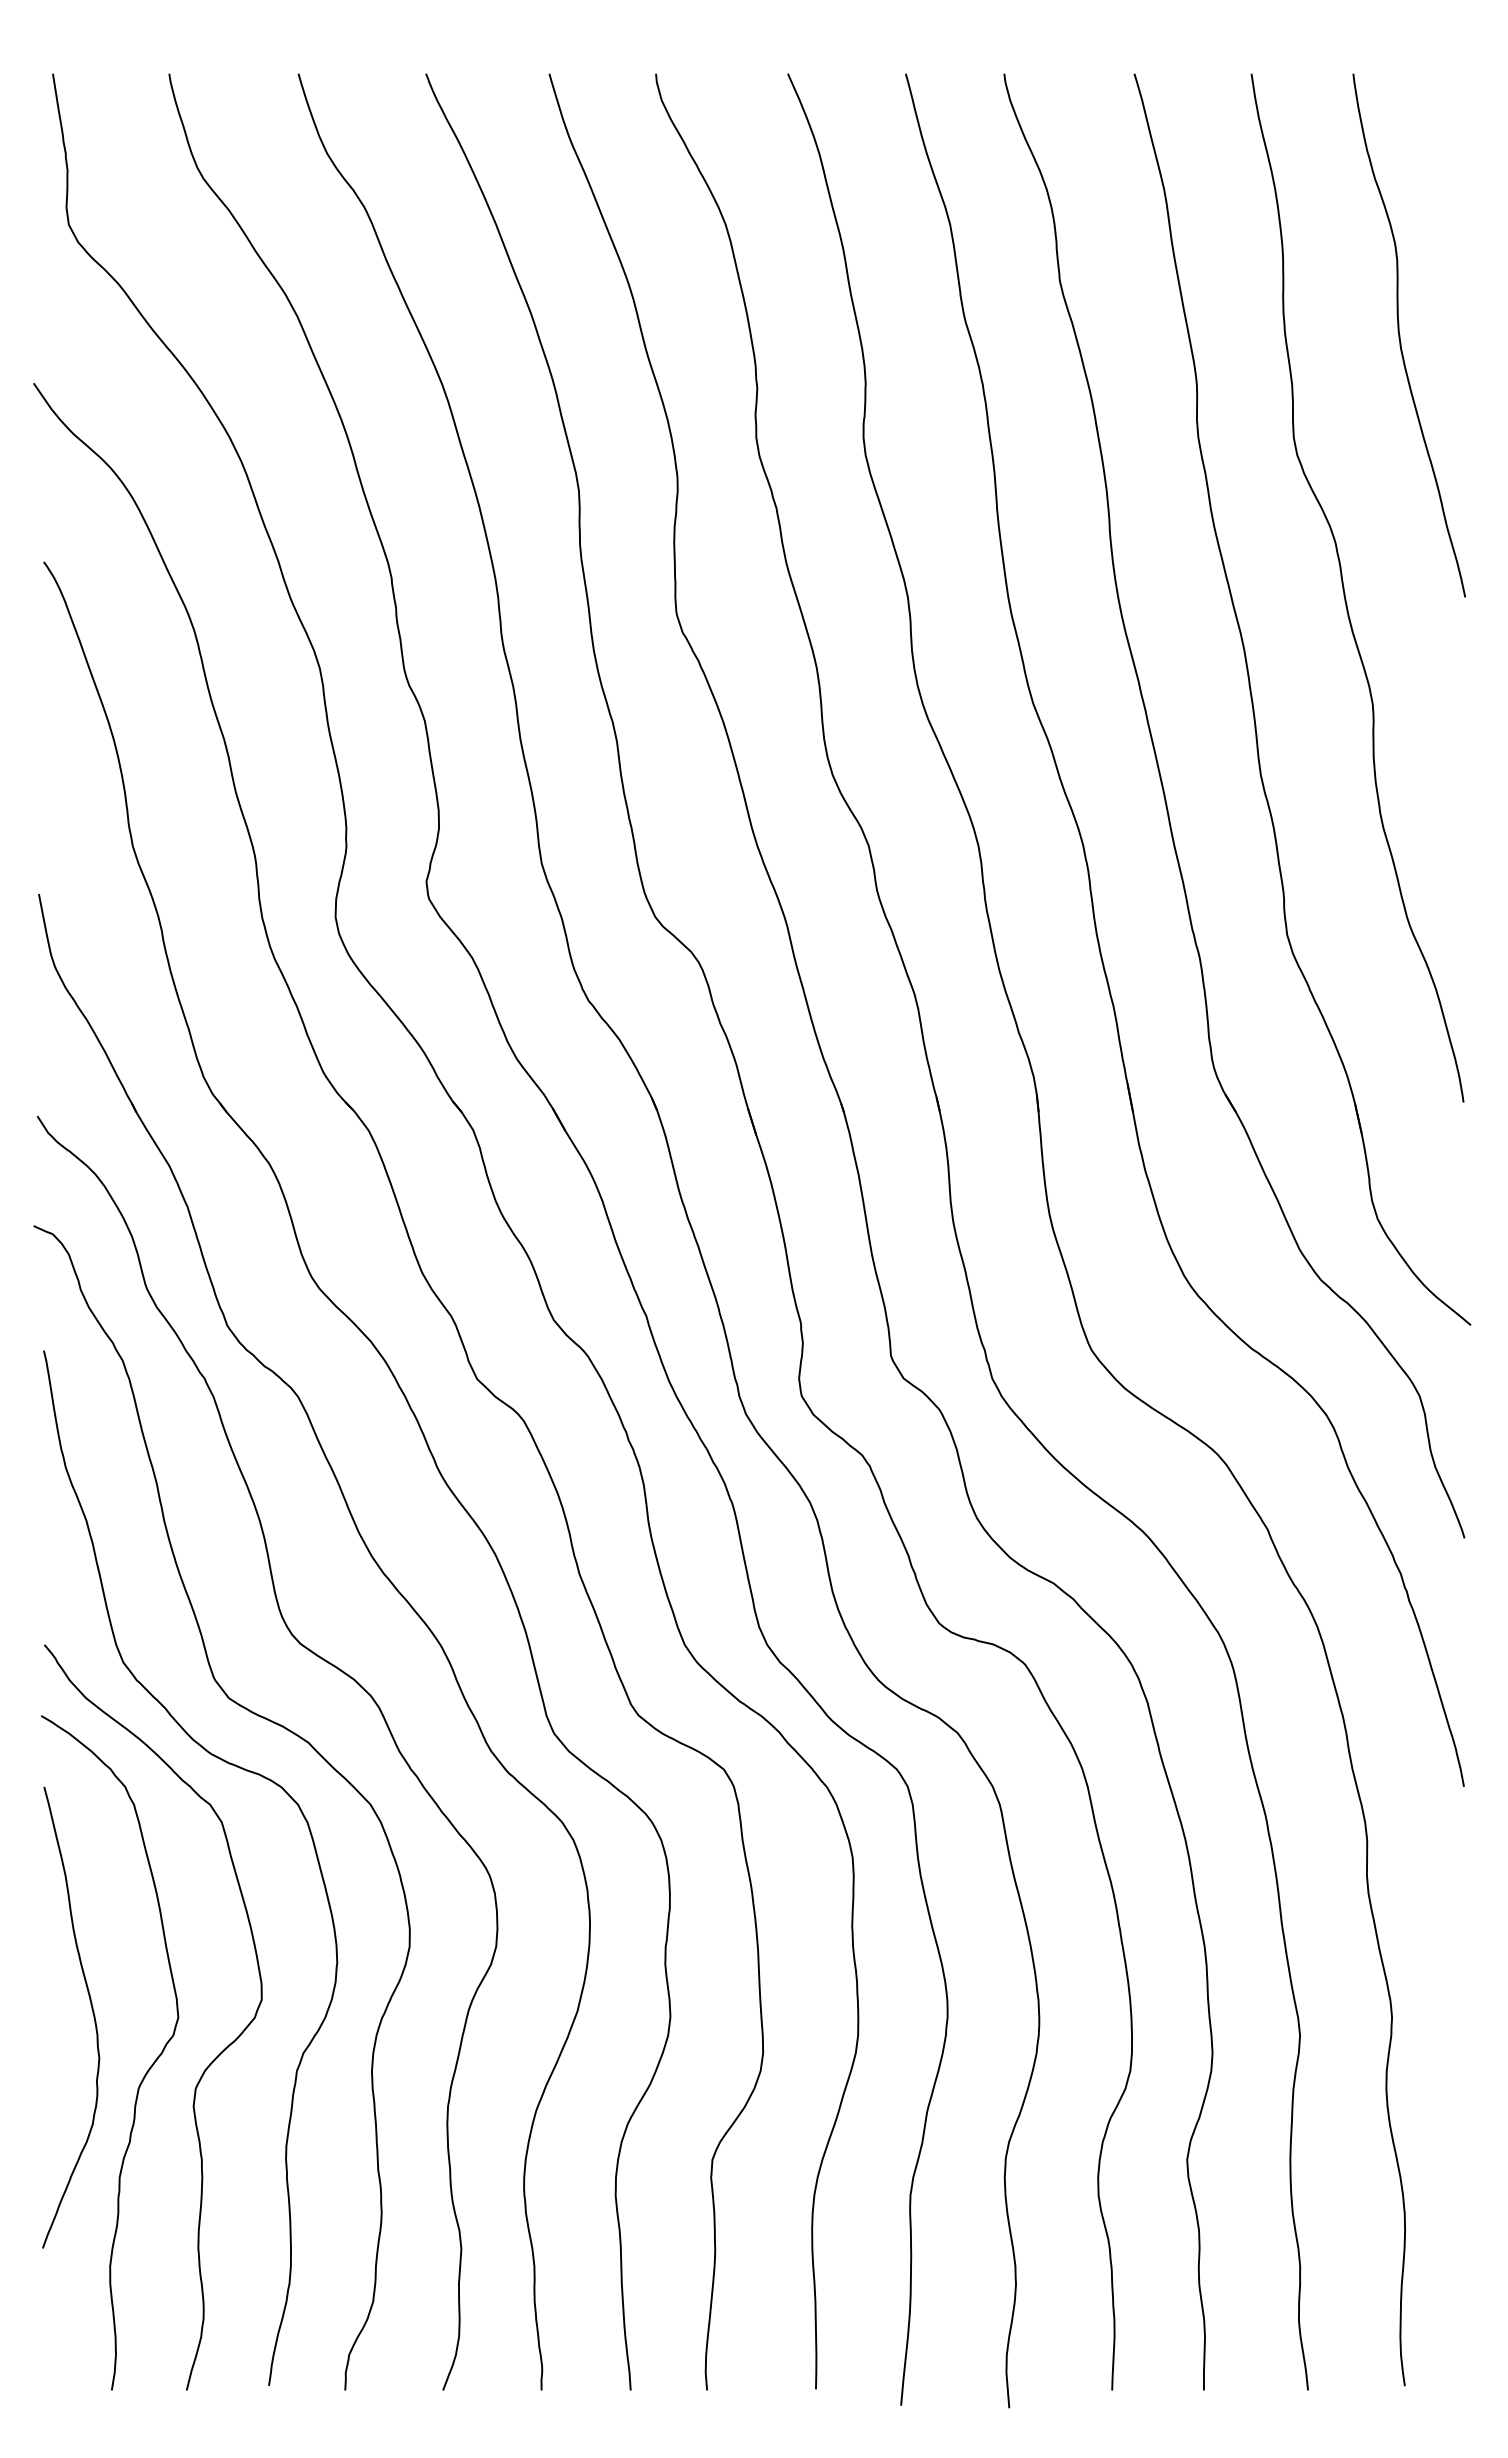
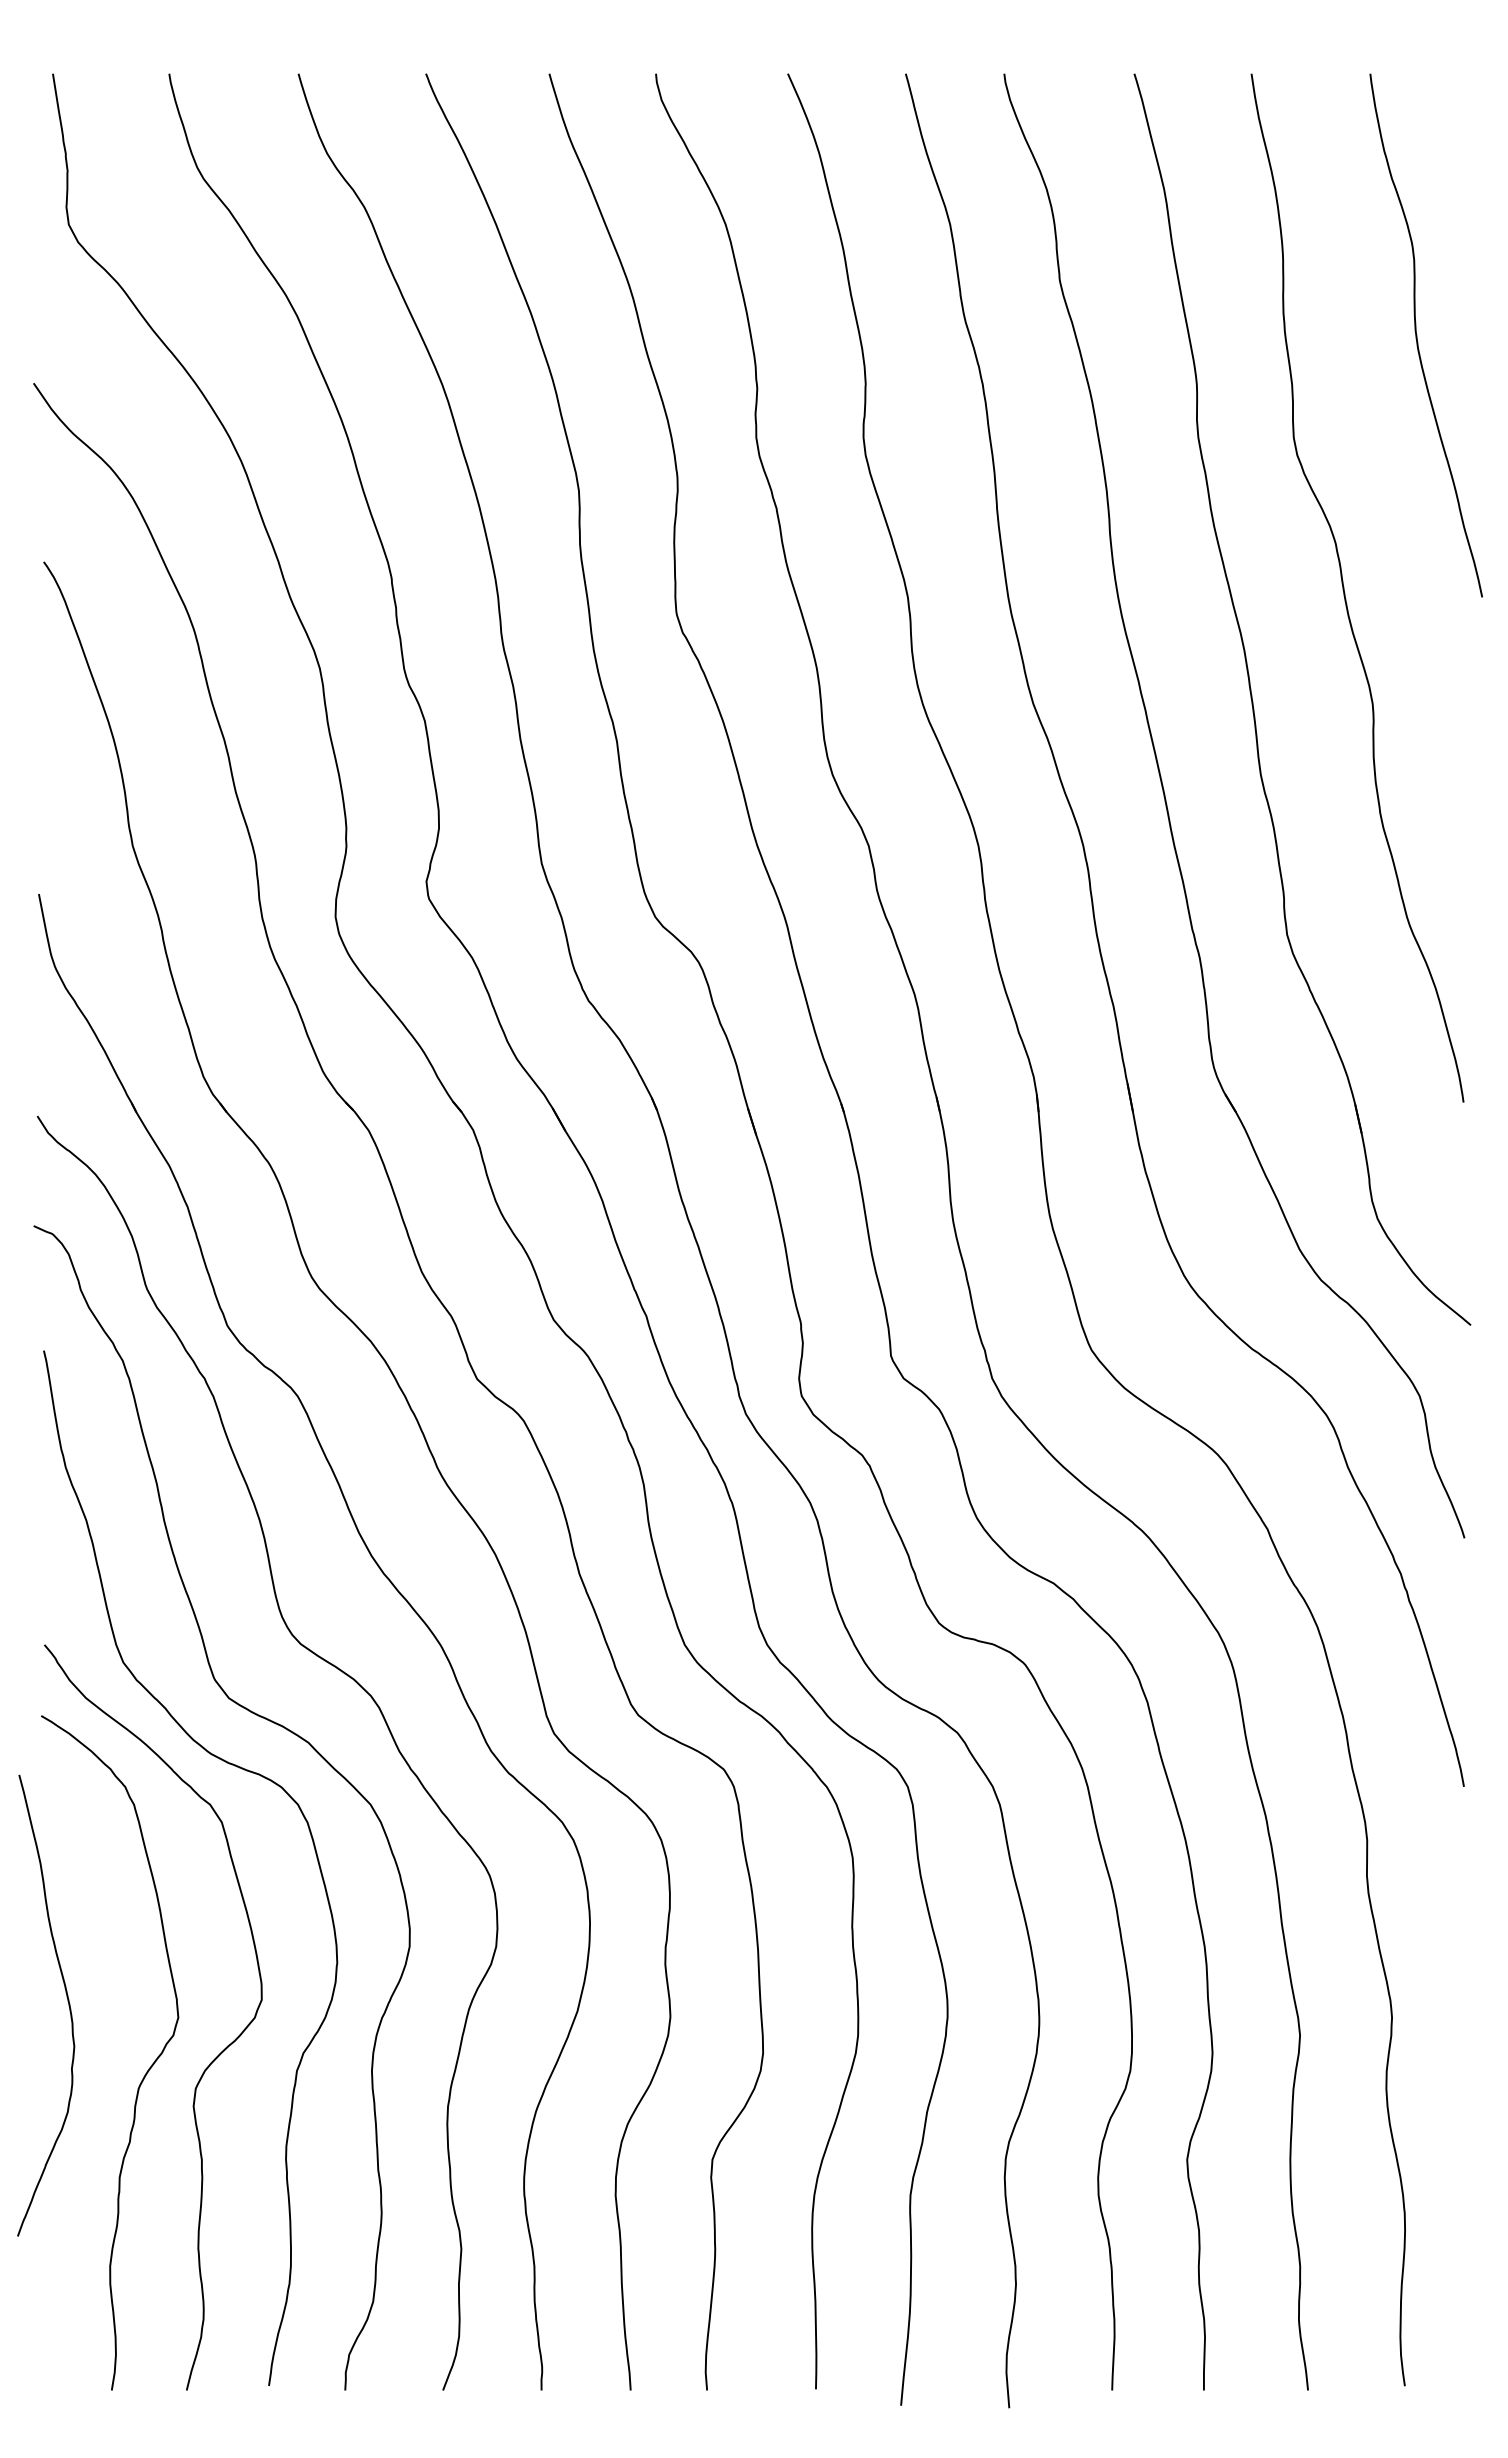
curve at (1400, 335) position: (1400, 335) -> (1417, 335)
curve at (92, 2013) position: (92, 2013) -> (67, 2001)
